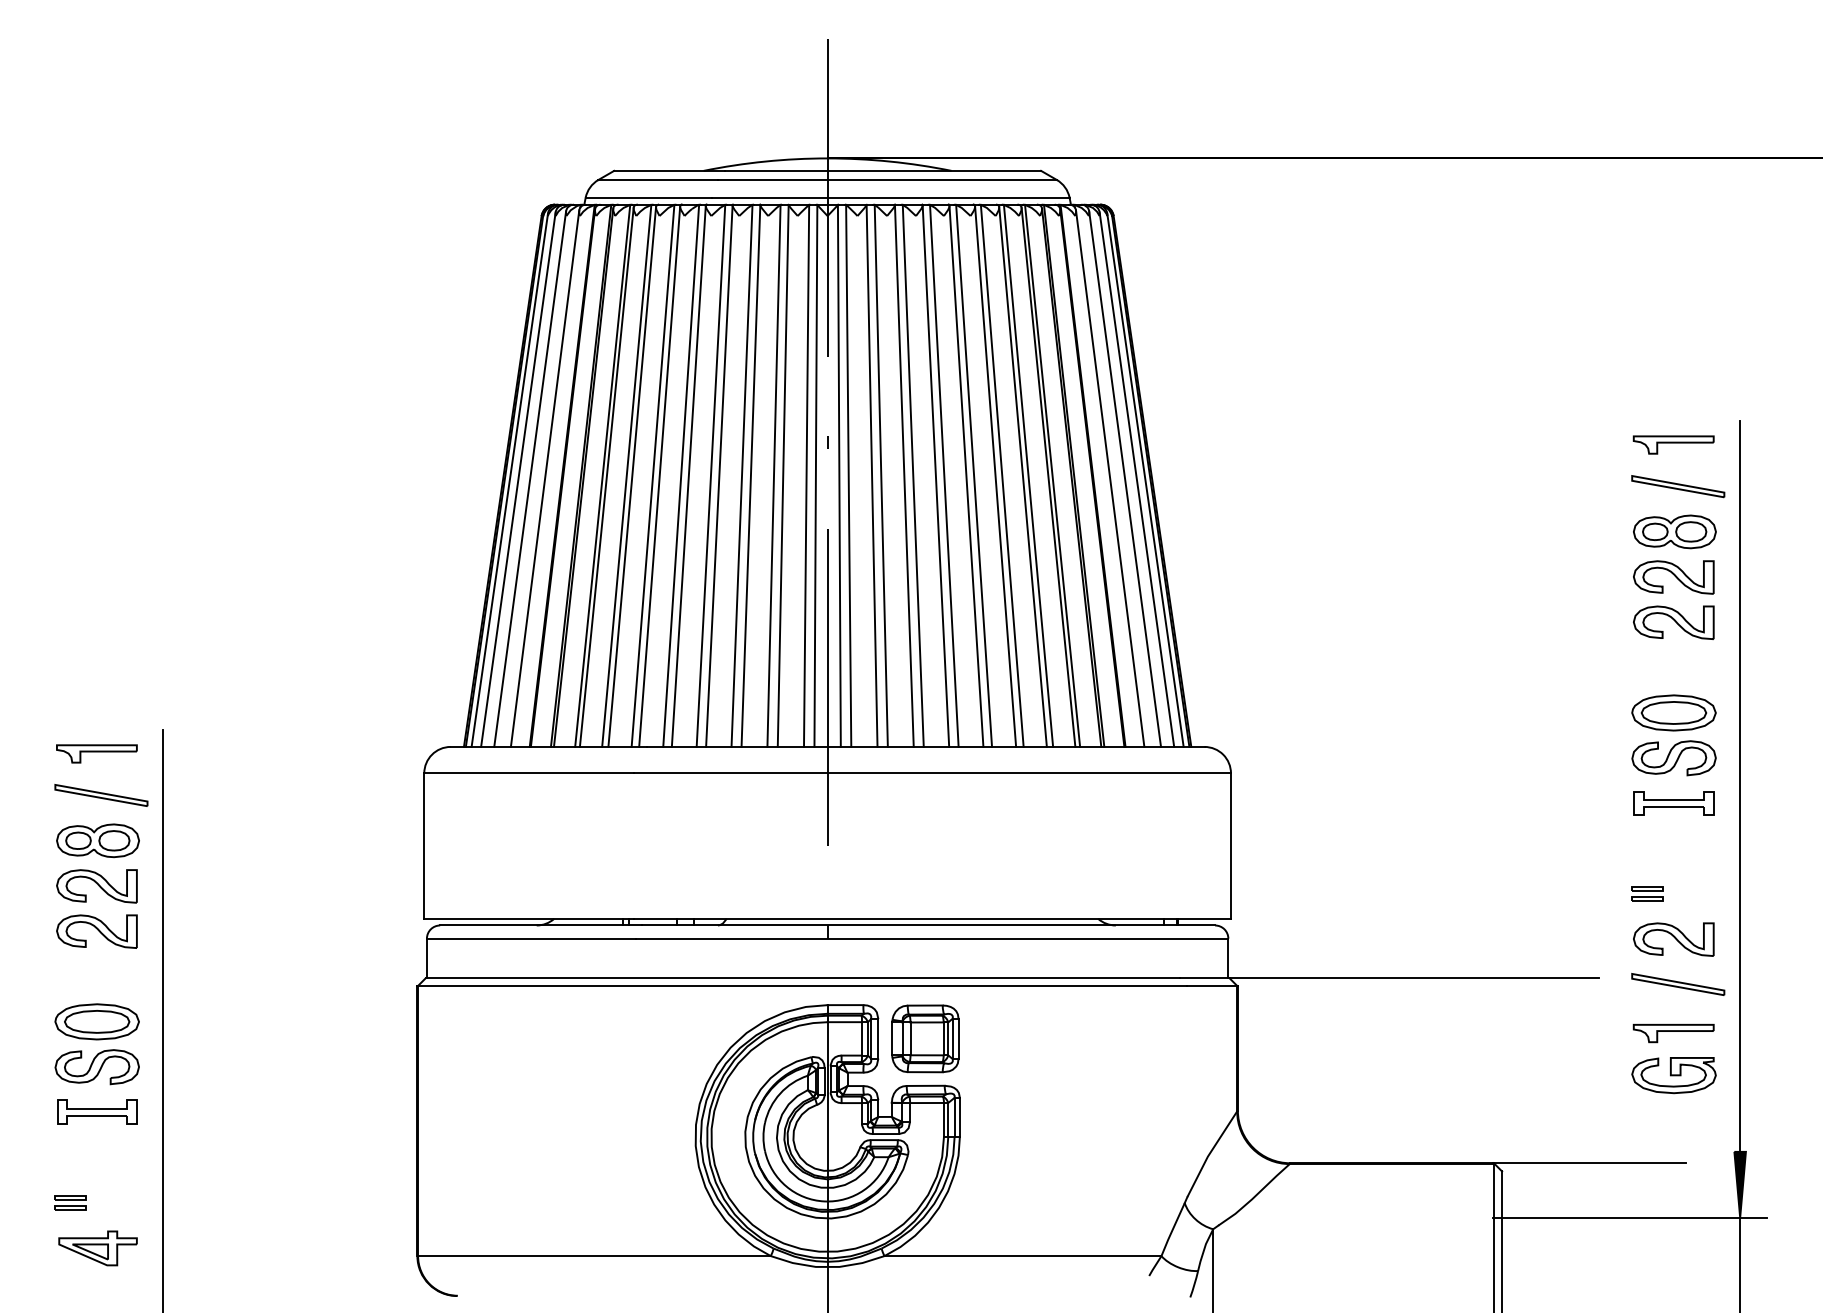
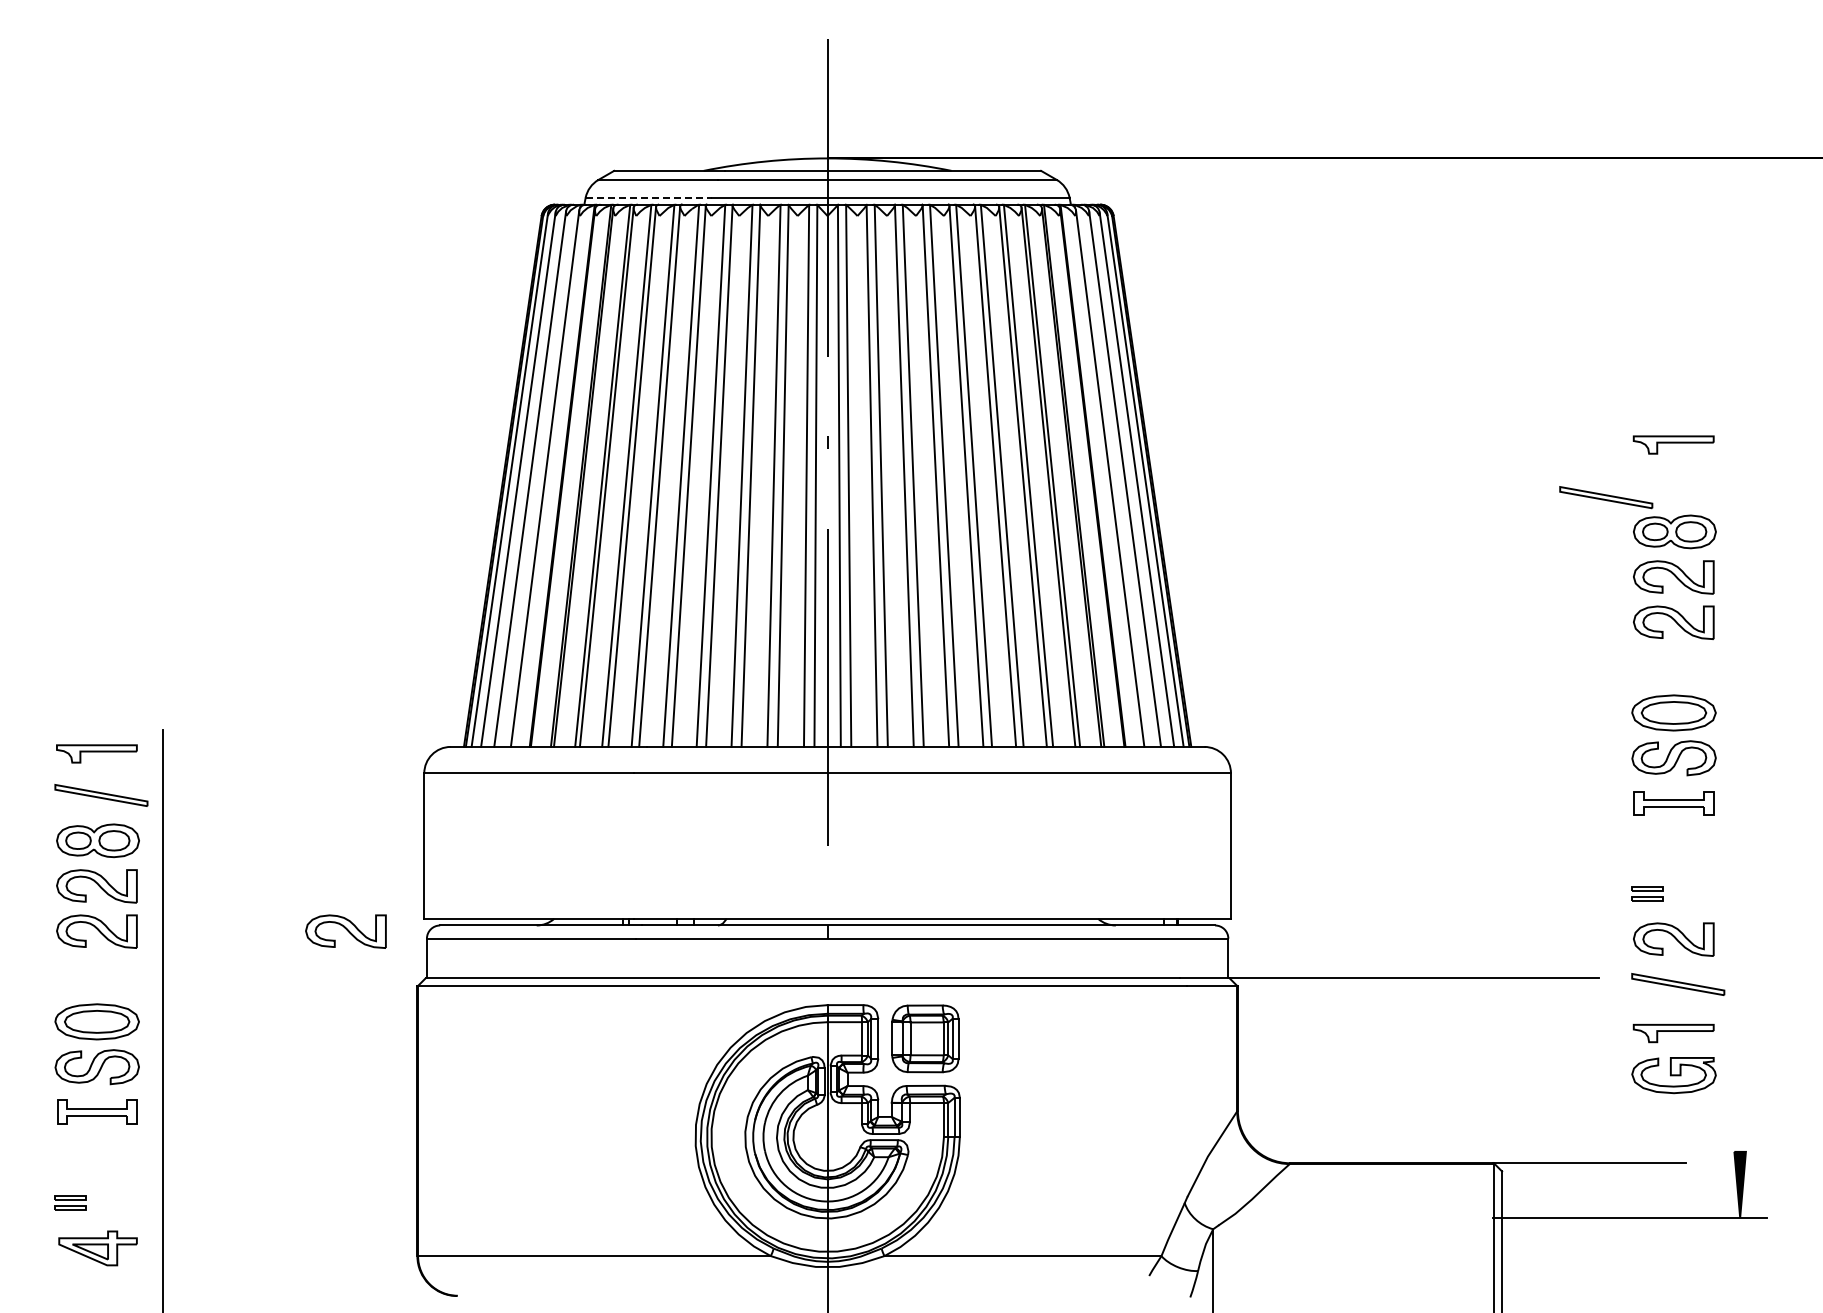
line at (648, 197): solid -> dashed
part at (1678, 486) position: (1678, 486) -> (1606, 497)
line at (1740, 785): present -> none
part at (345, 931): none -> present
line at (1740, 1263): present -> none
